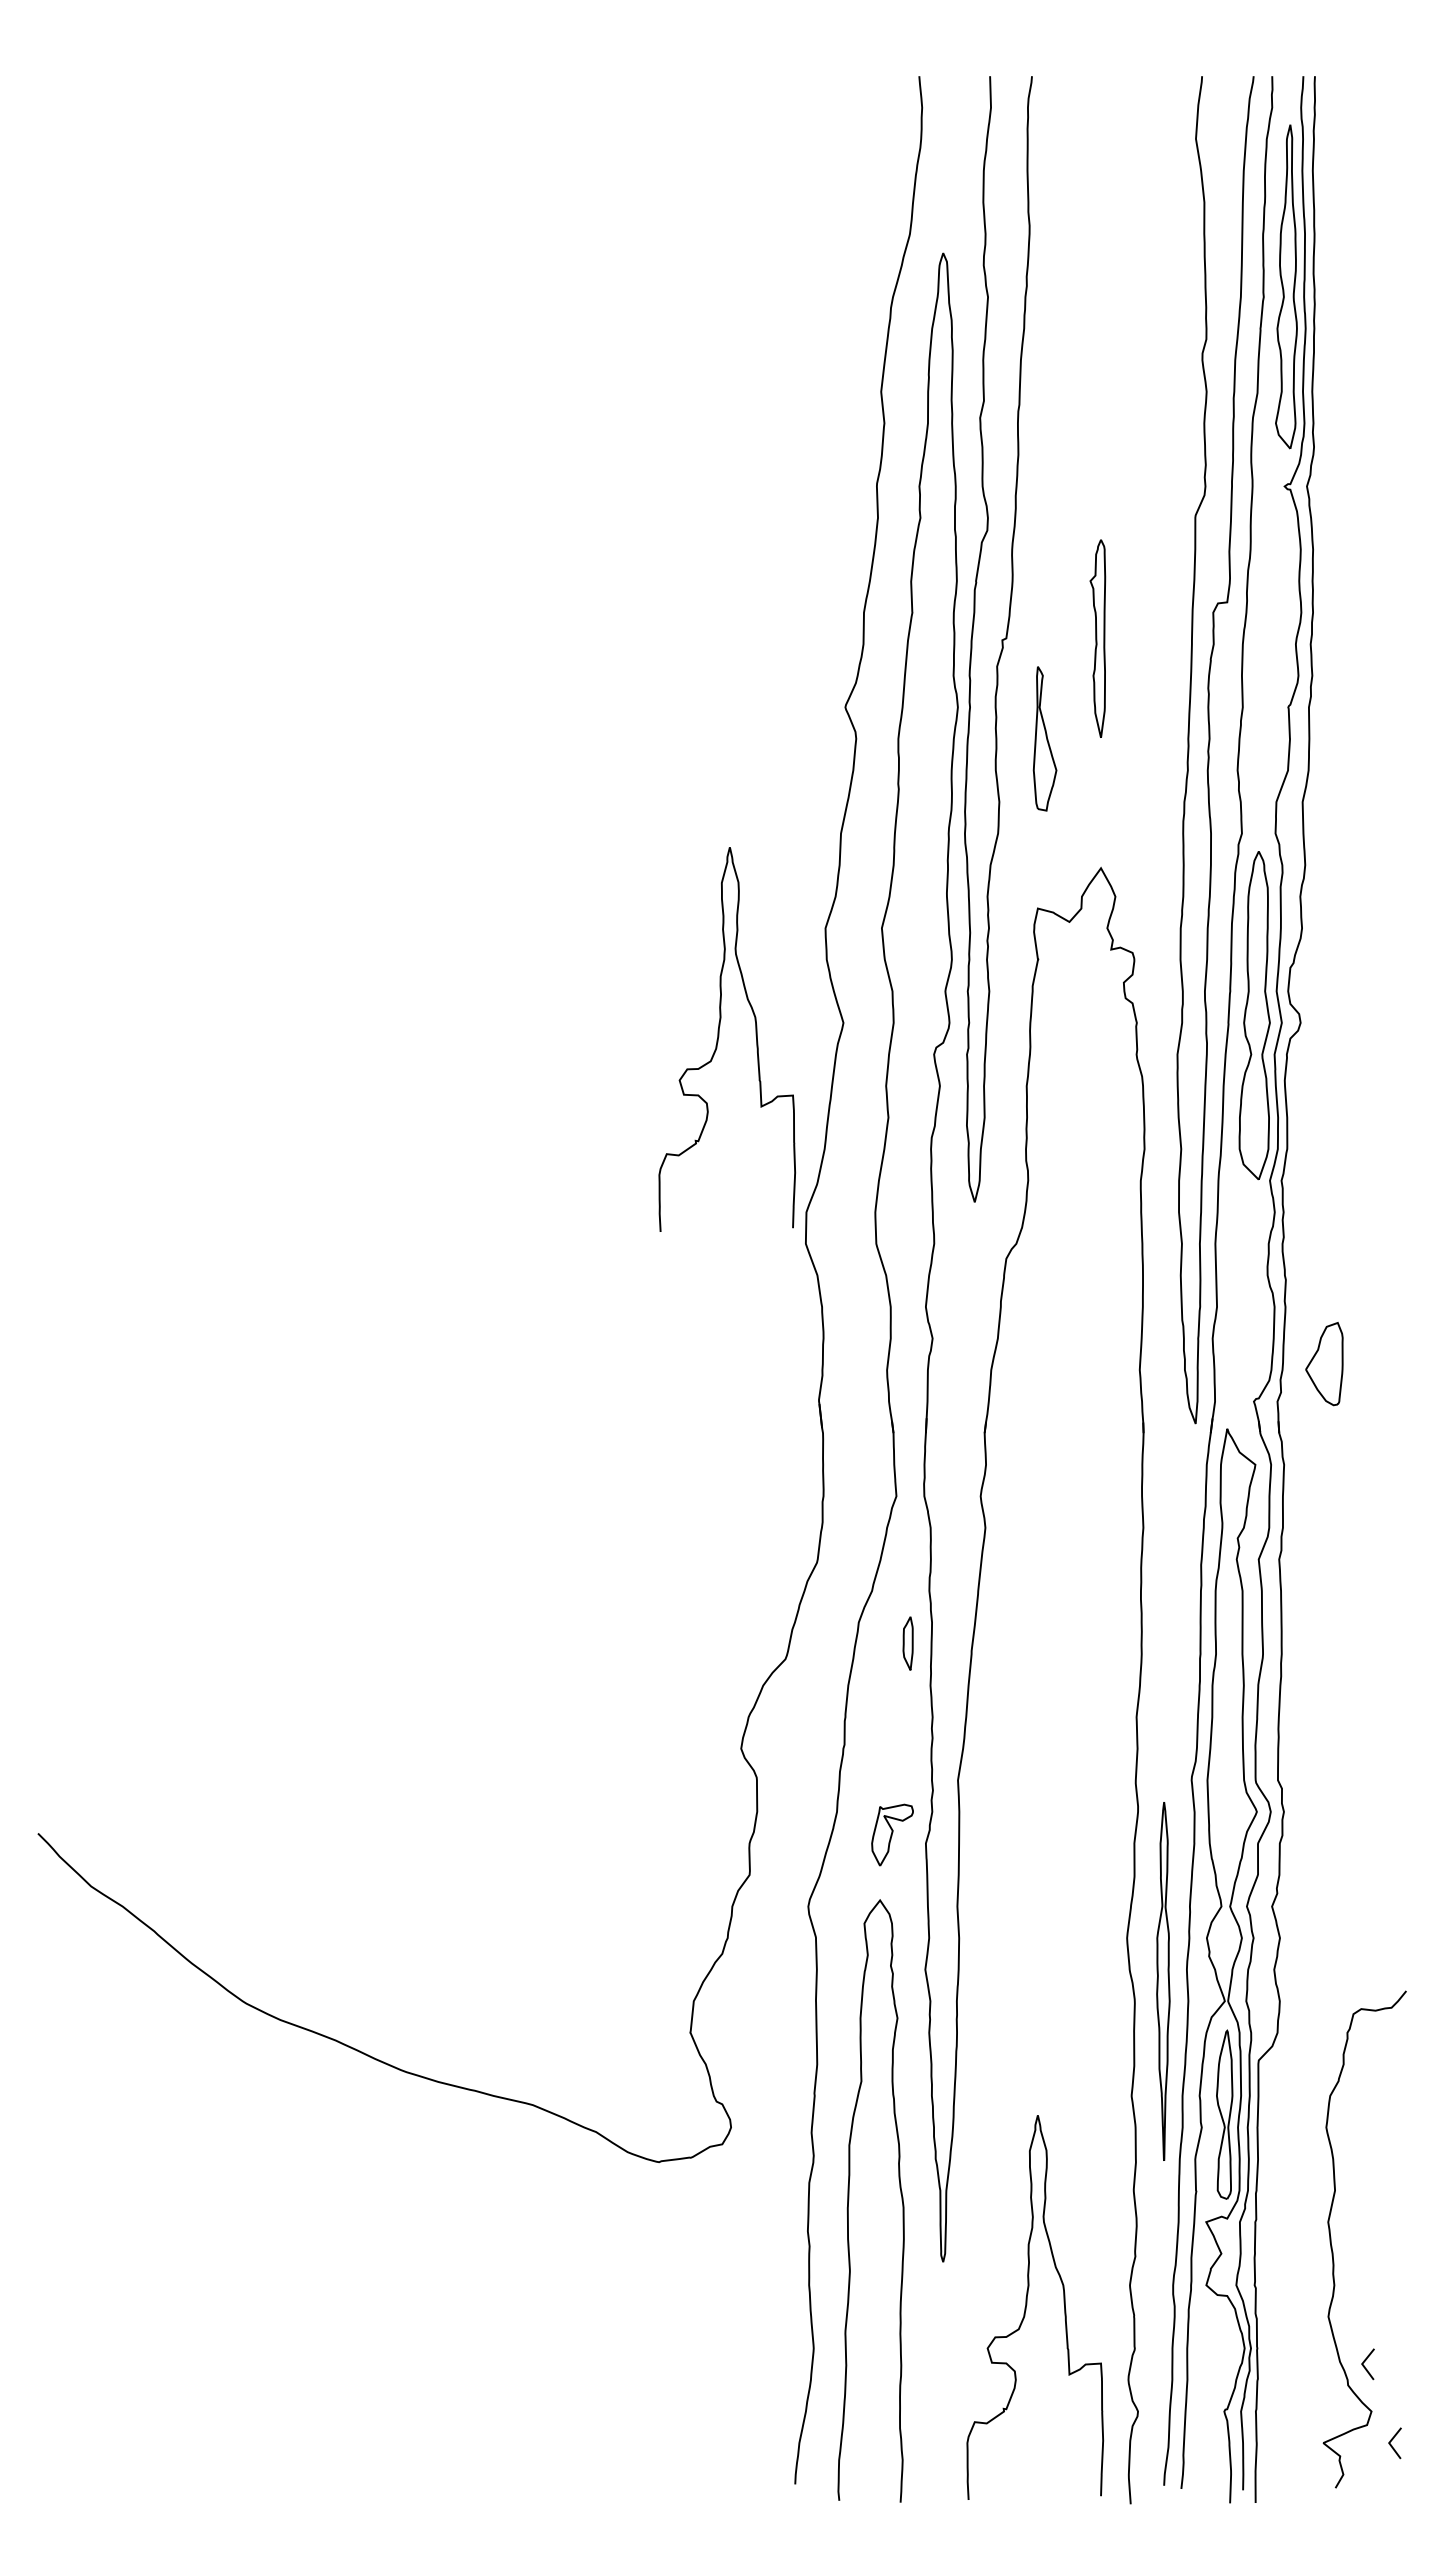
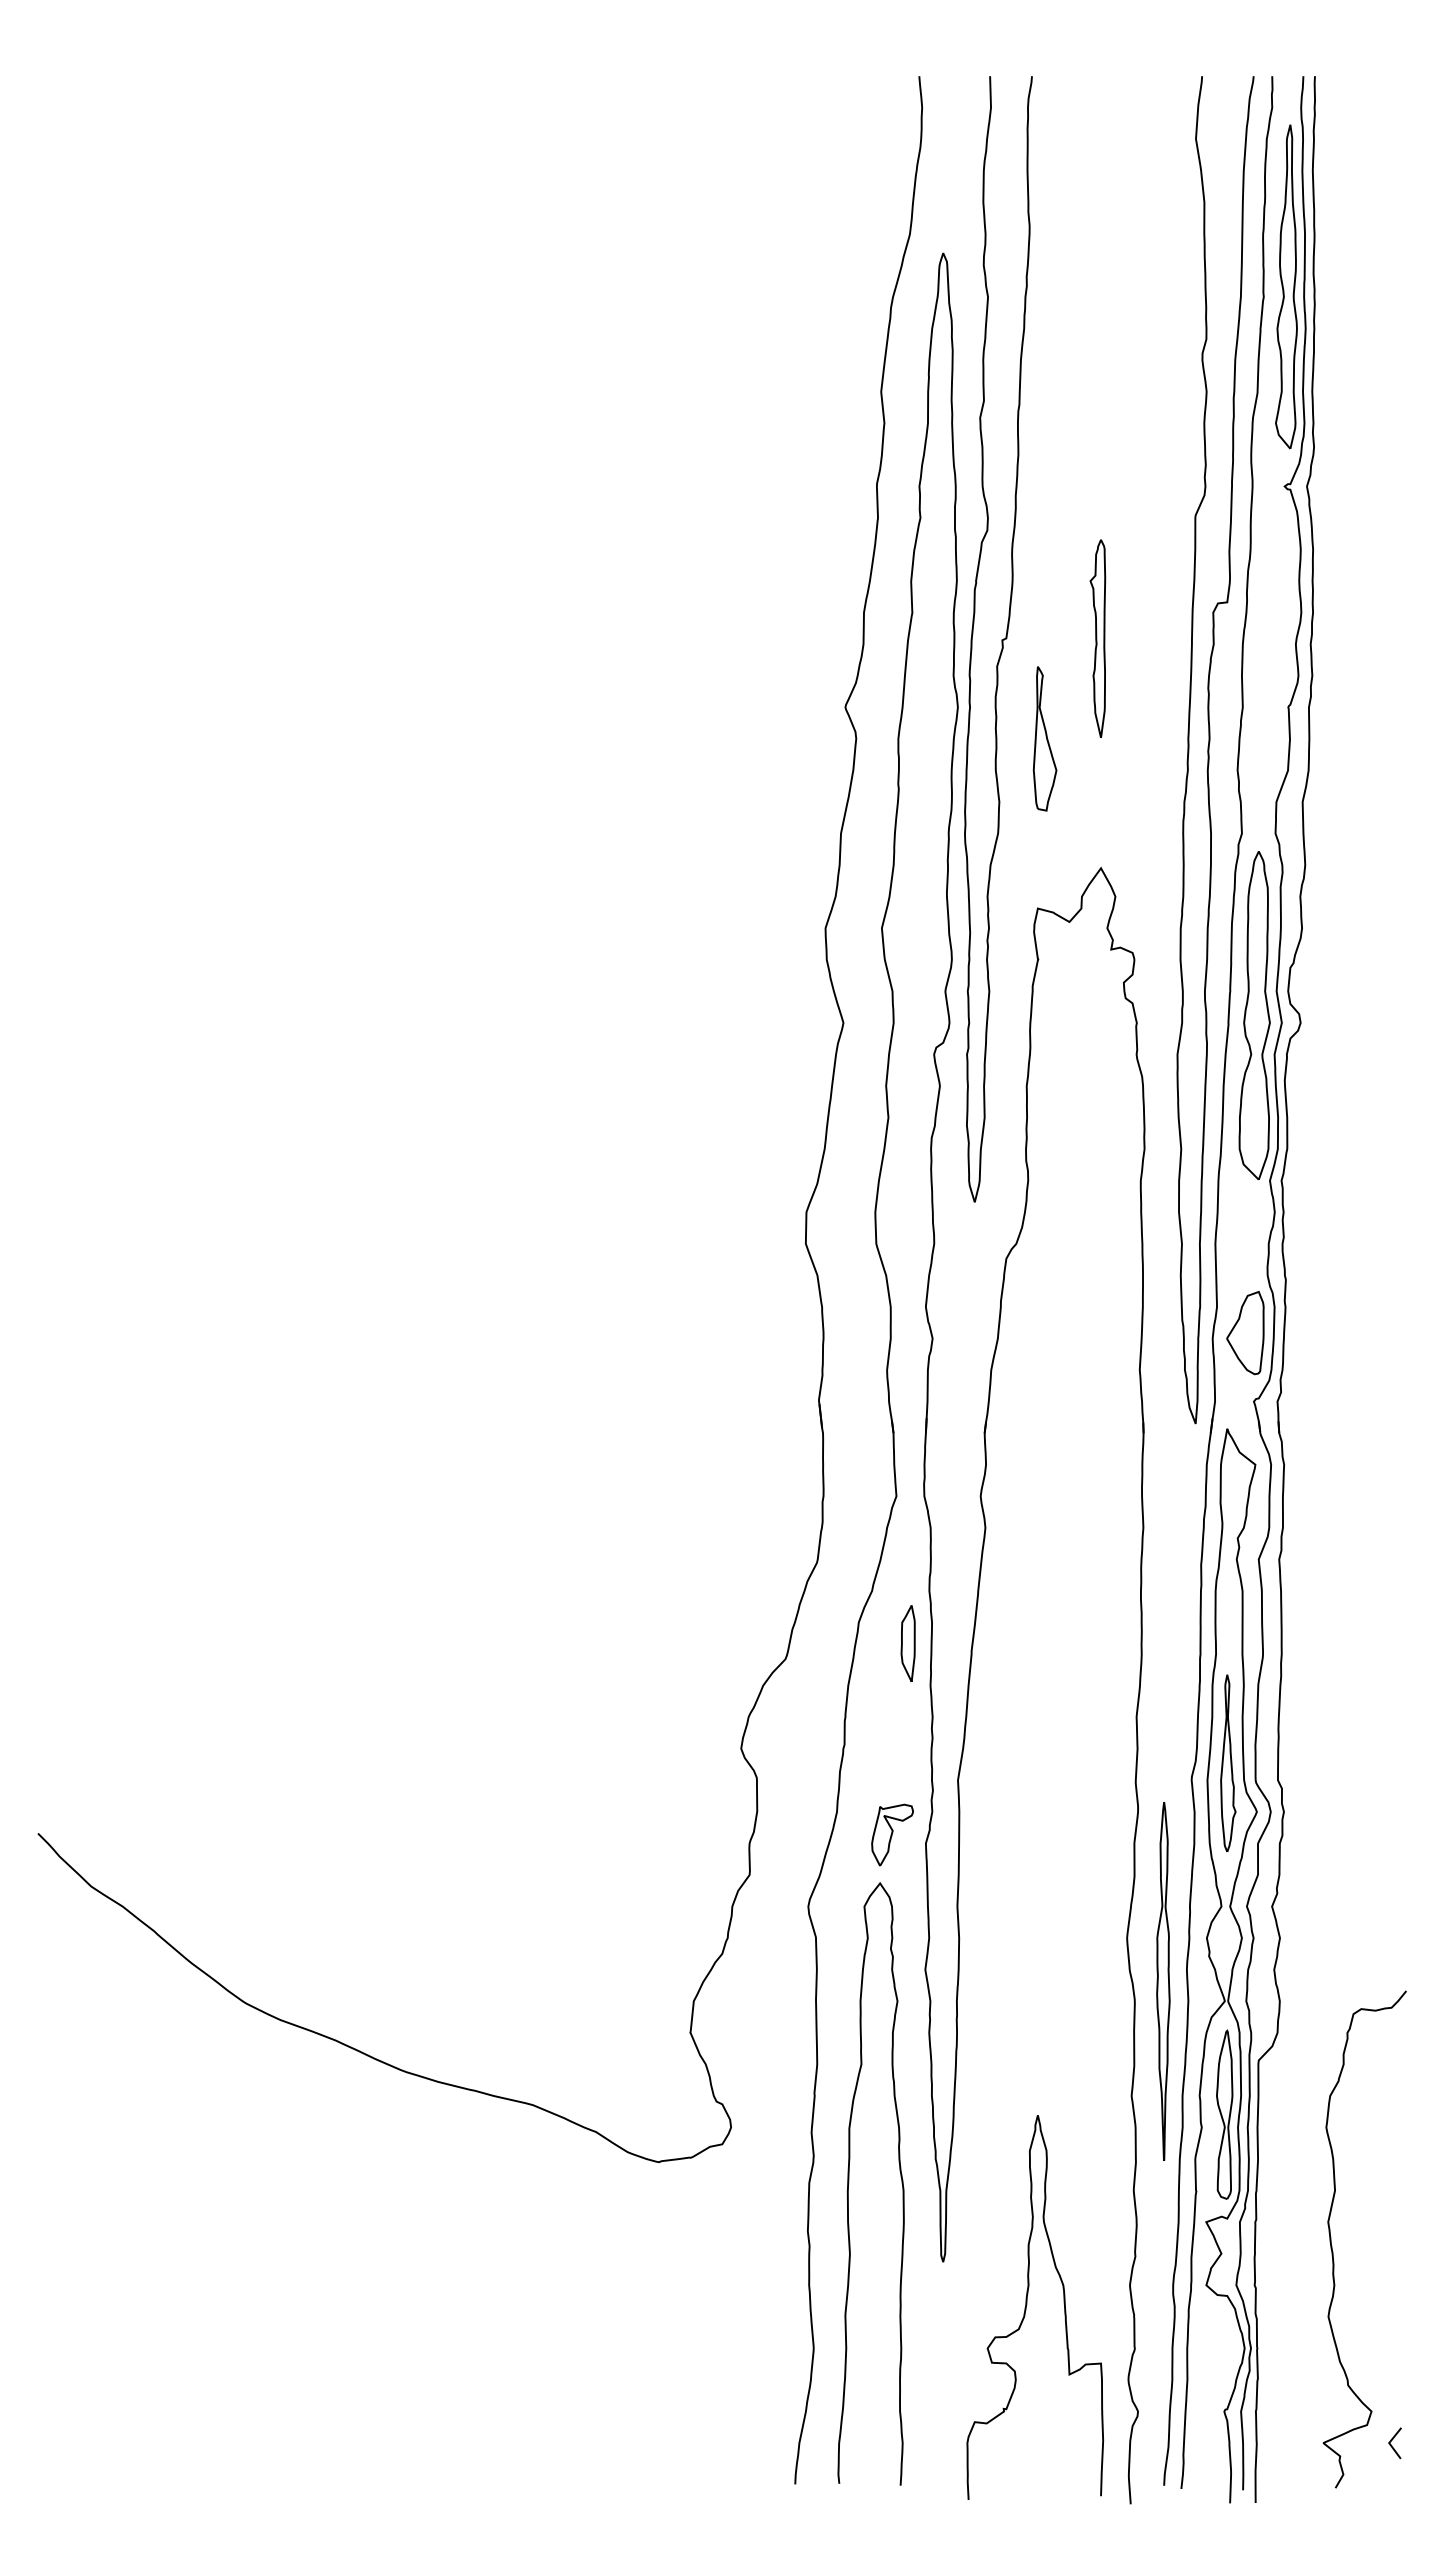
curve at (719, 1036): present -> none
part at (1324, 1364) position: (1324, 1364) -> (1245, 1333)
part at (907, 1643) size: 12x55 px -> 16x77 px
part at (1228, 1763): none -> present
curve at (849, 2200) position: (849, 2200) -> (849, 2183)
line at (1365, 2366): present -> none
